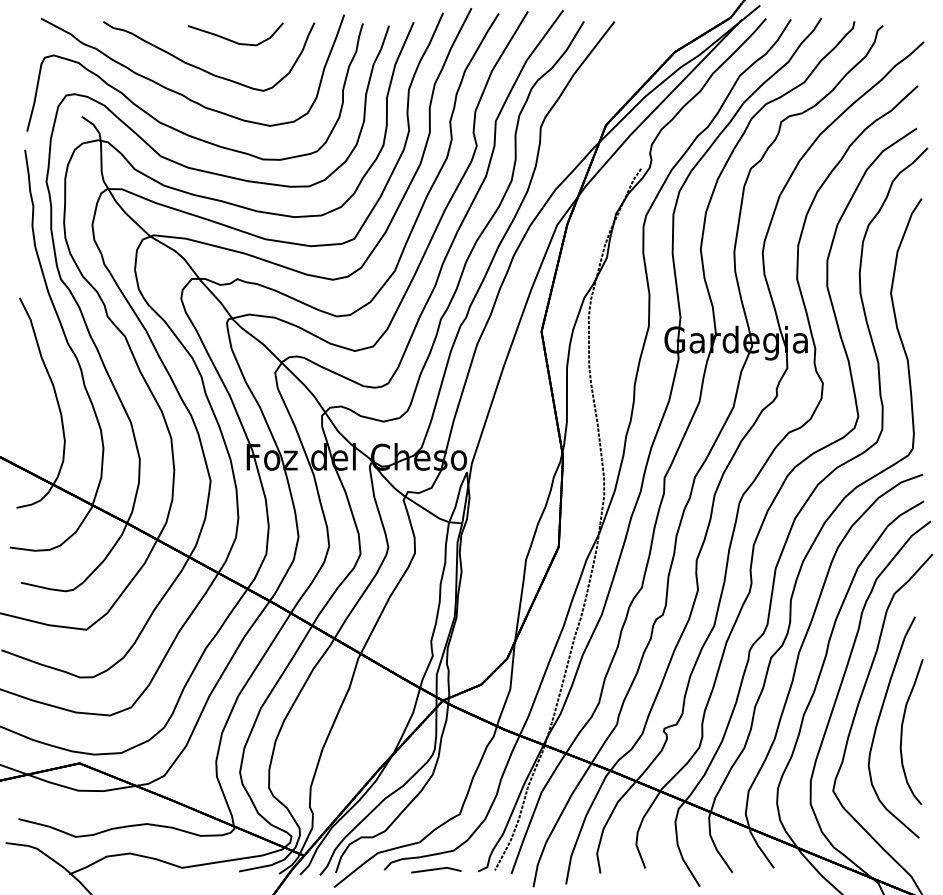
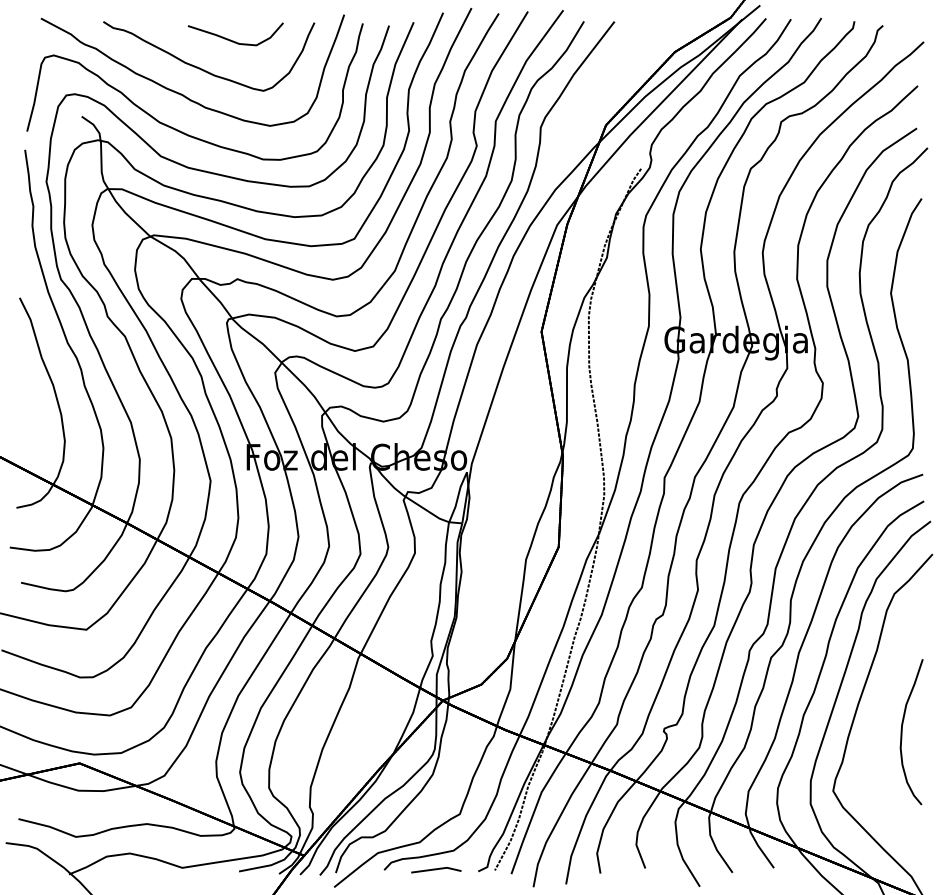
part at (878, 723): present -> none
